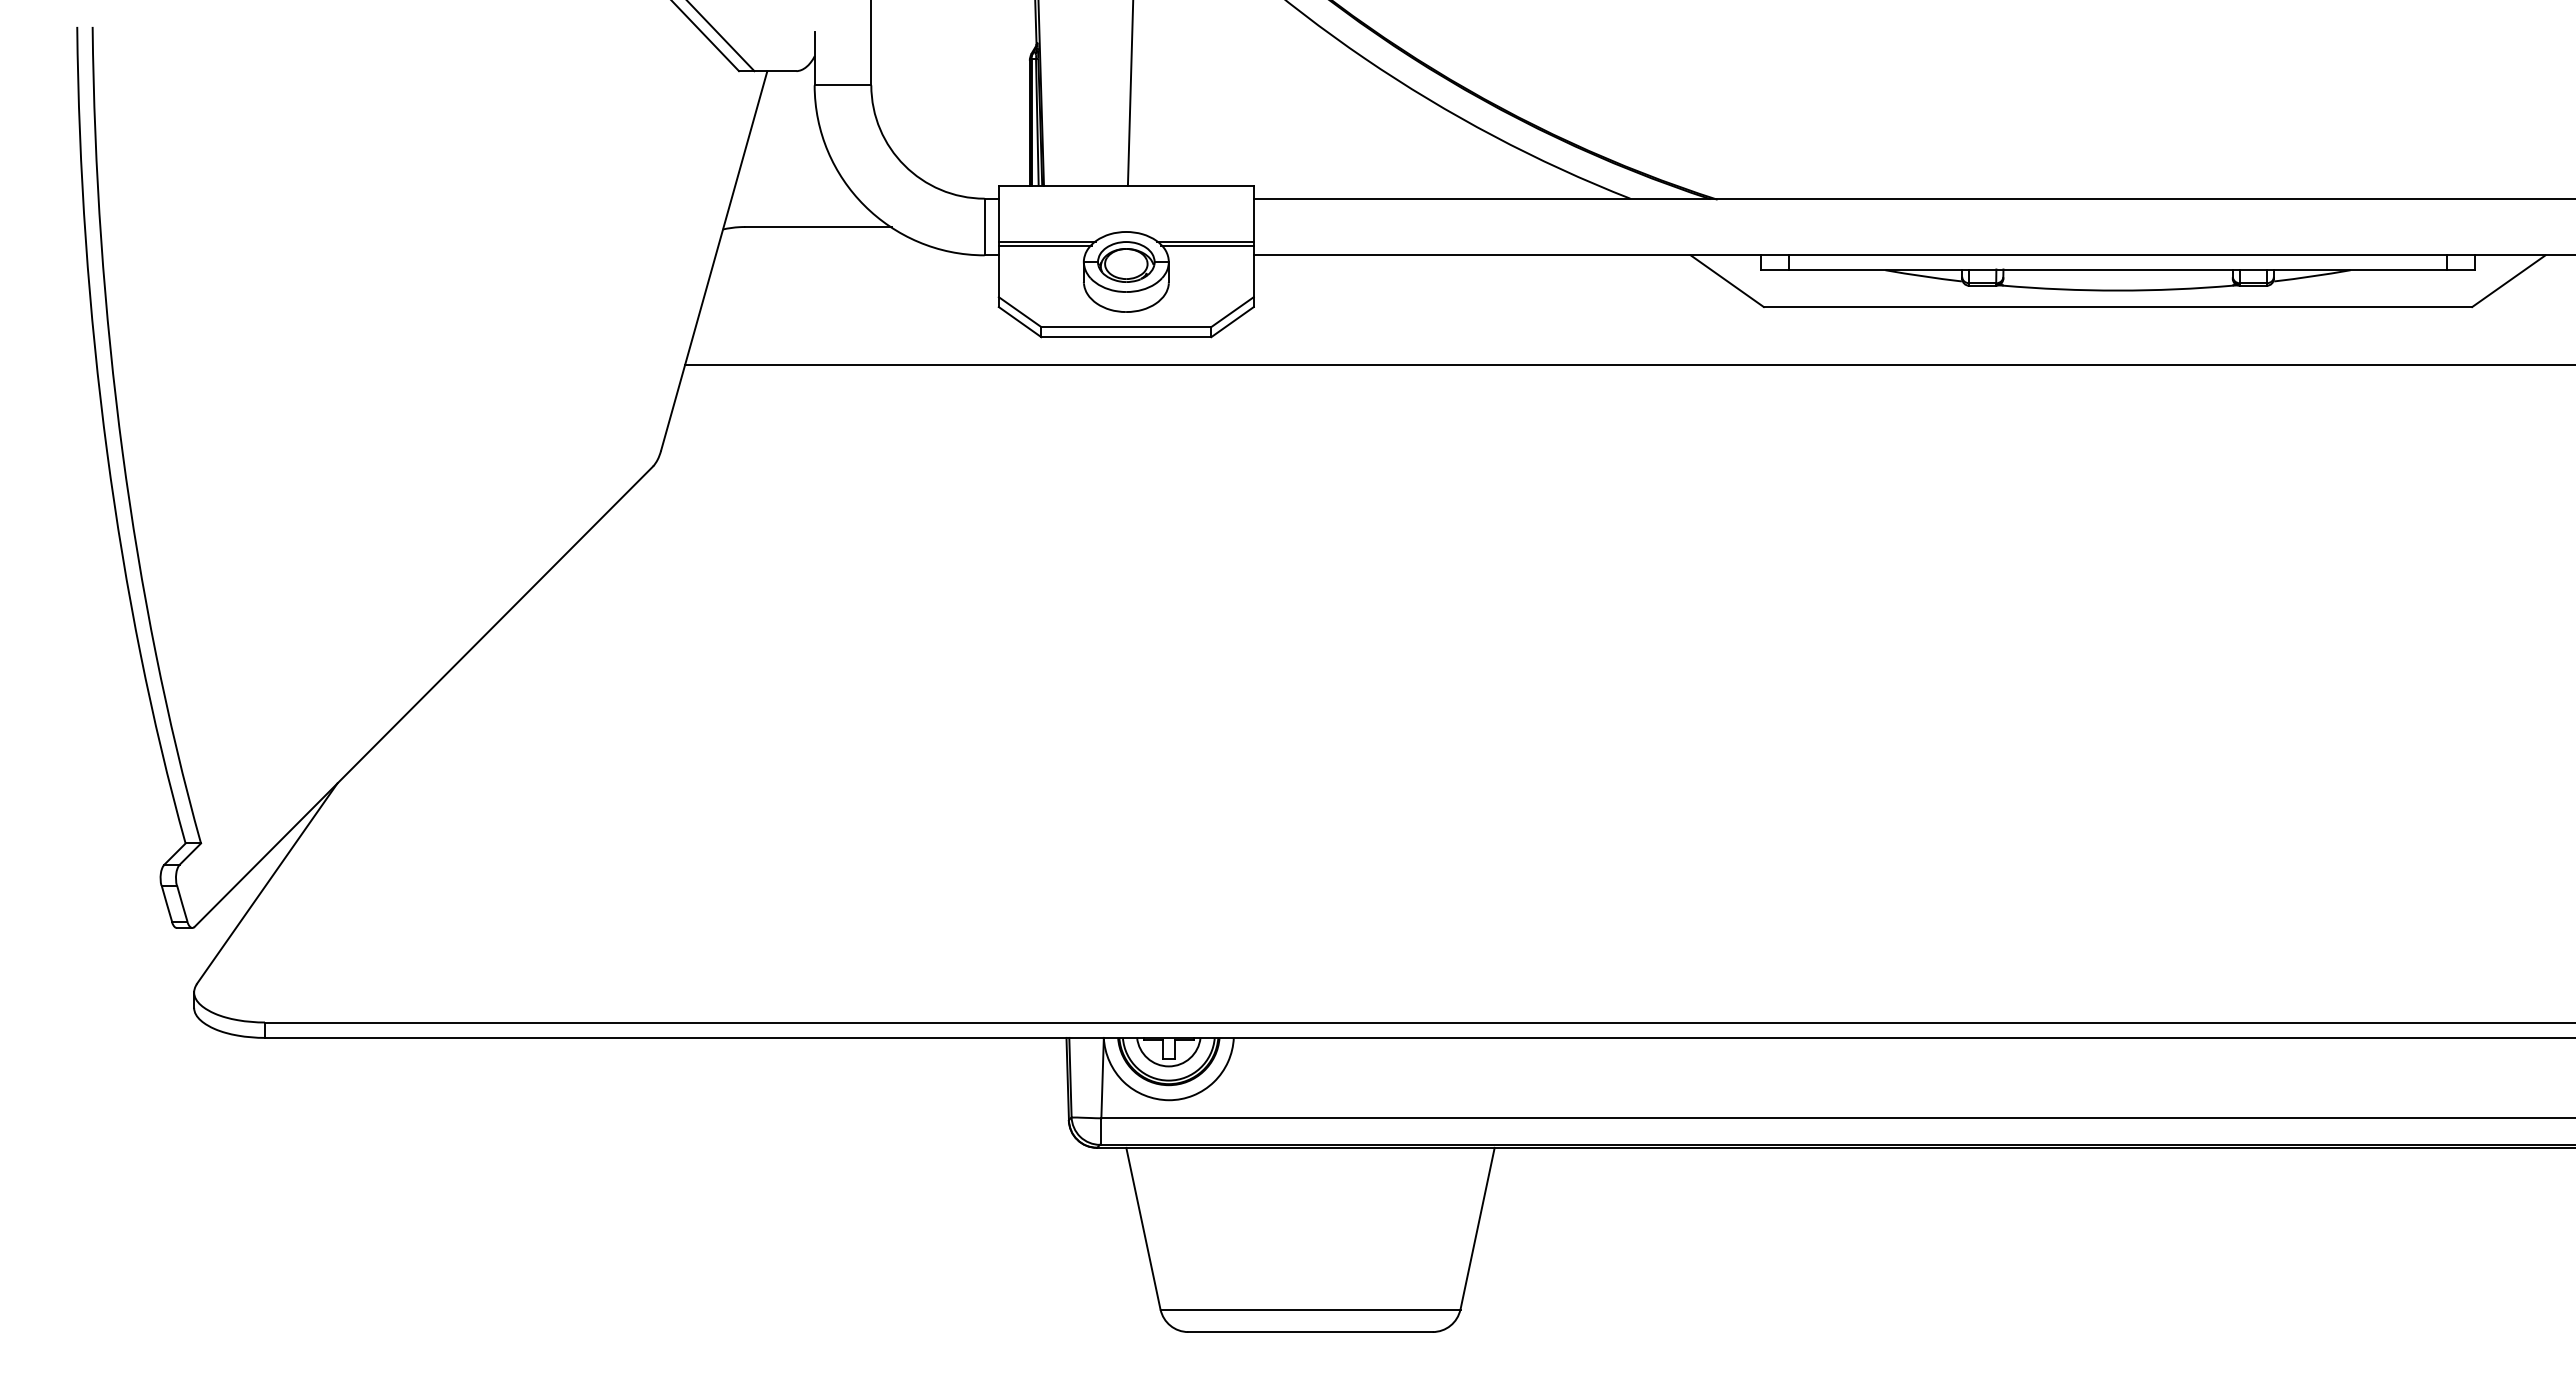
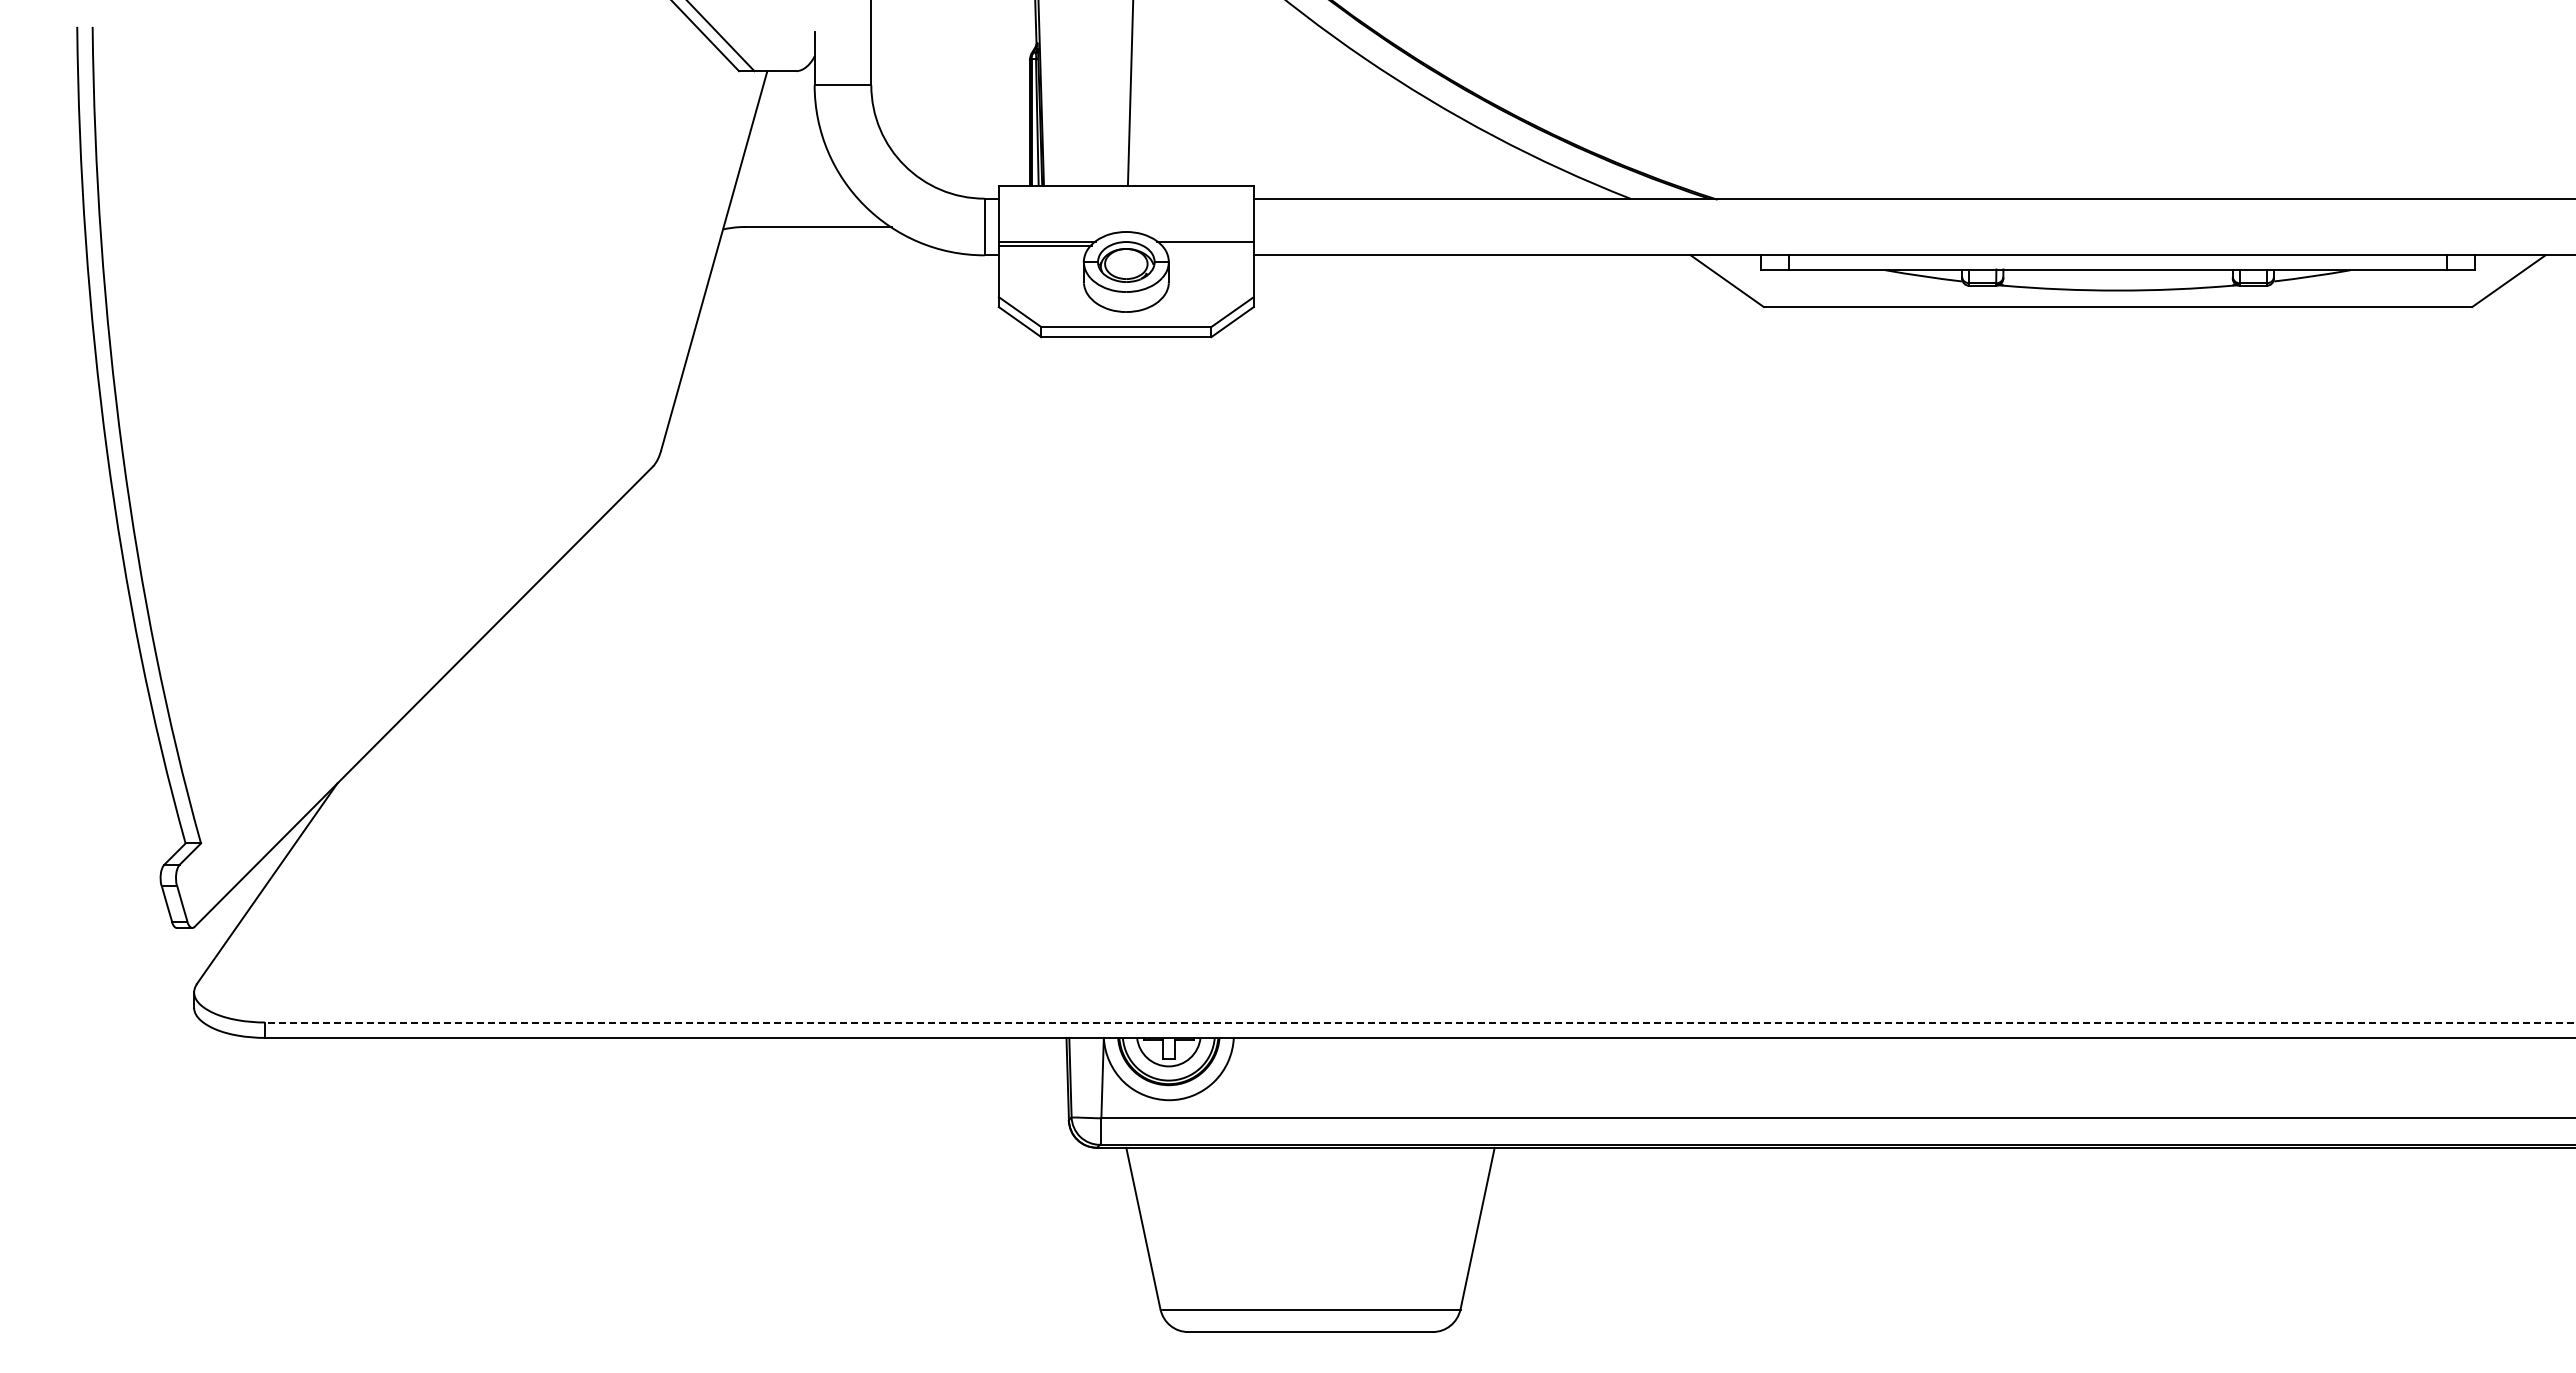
line at (1207, 245): present -> none
line at (1628, 365): present -> none
line at (1419, 1022): solid -> dashed
